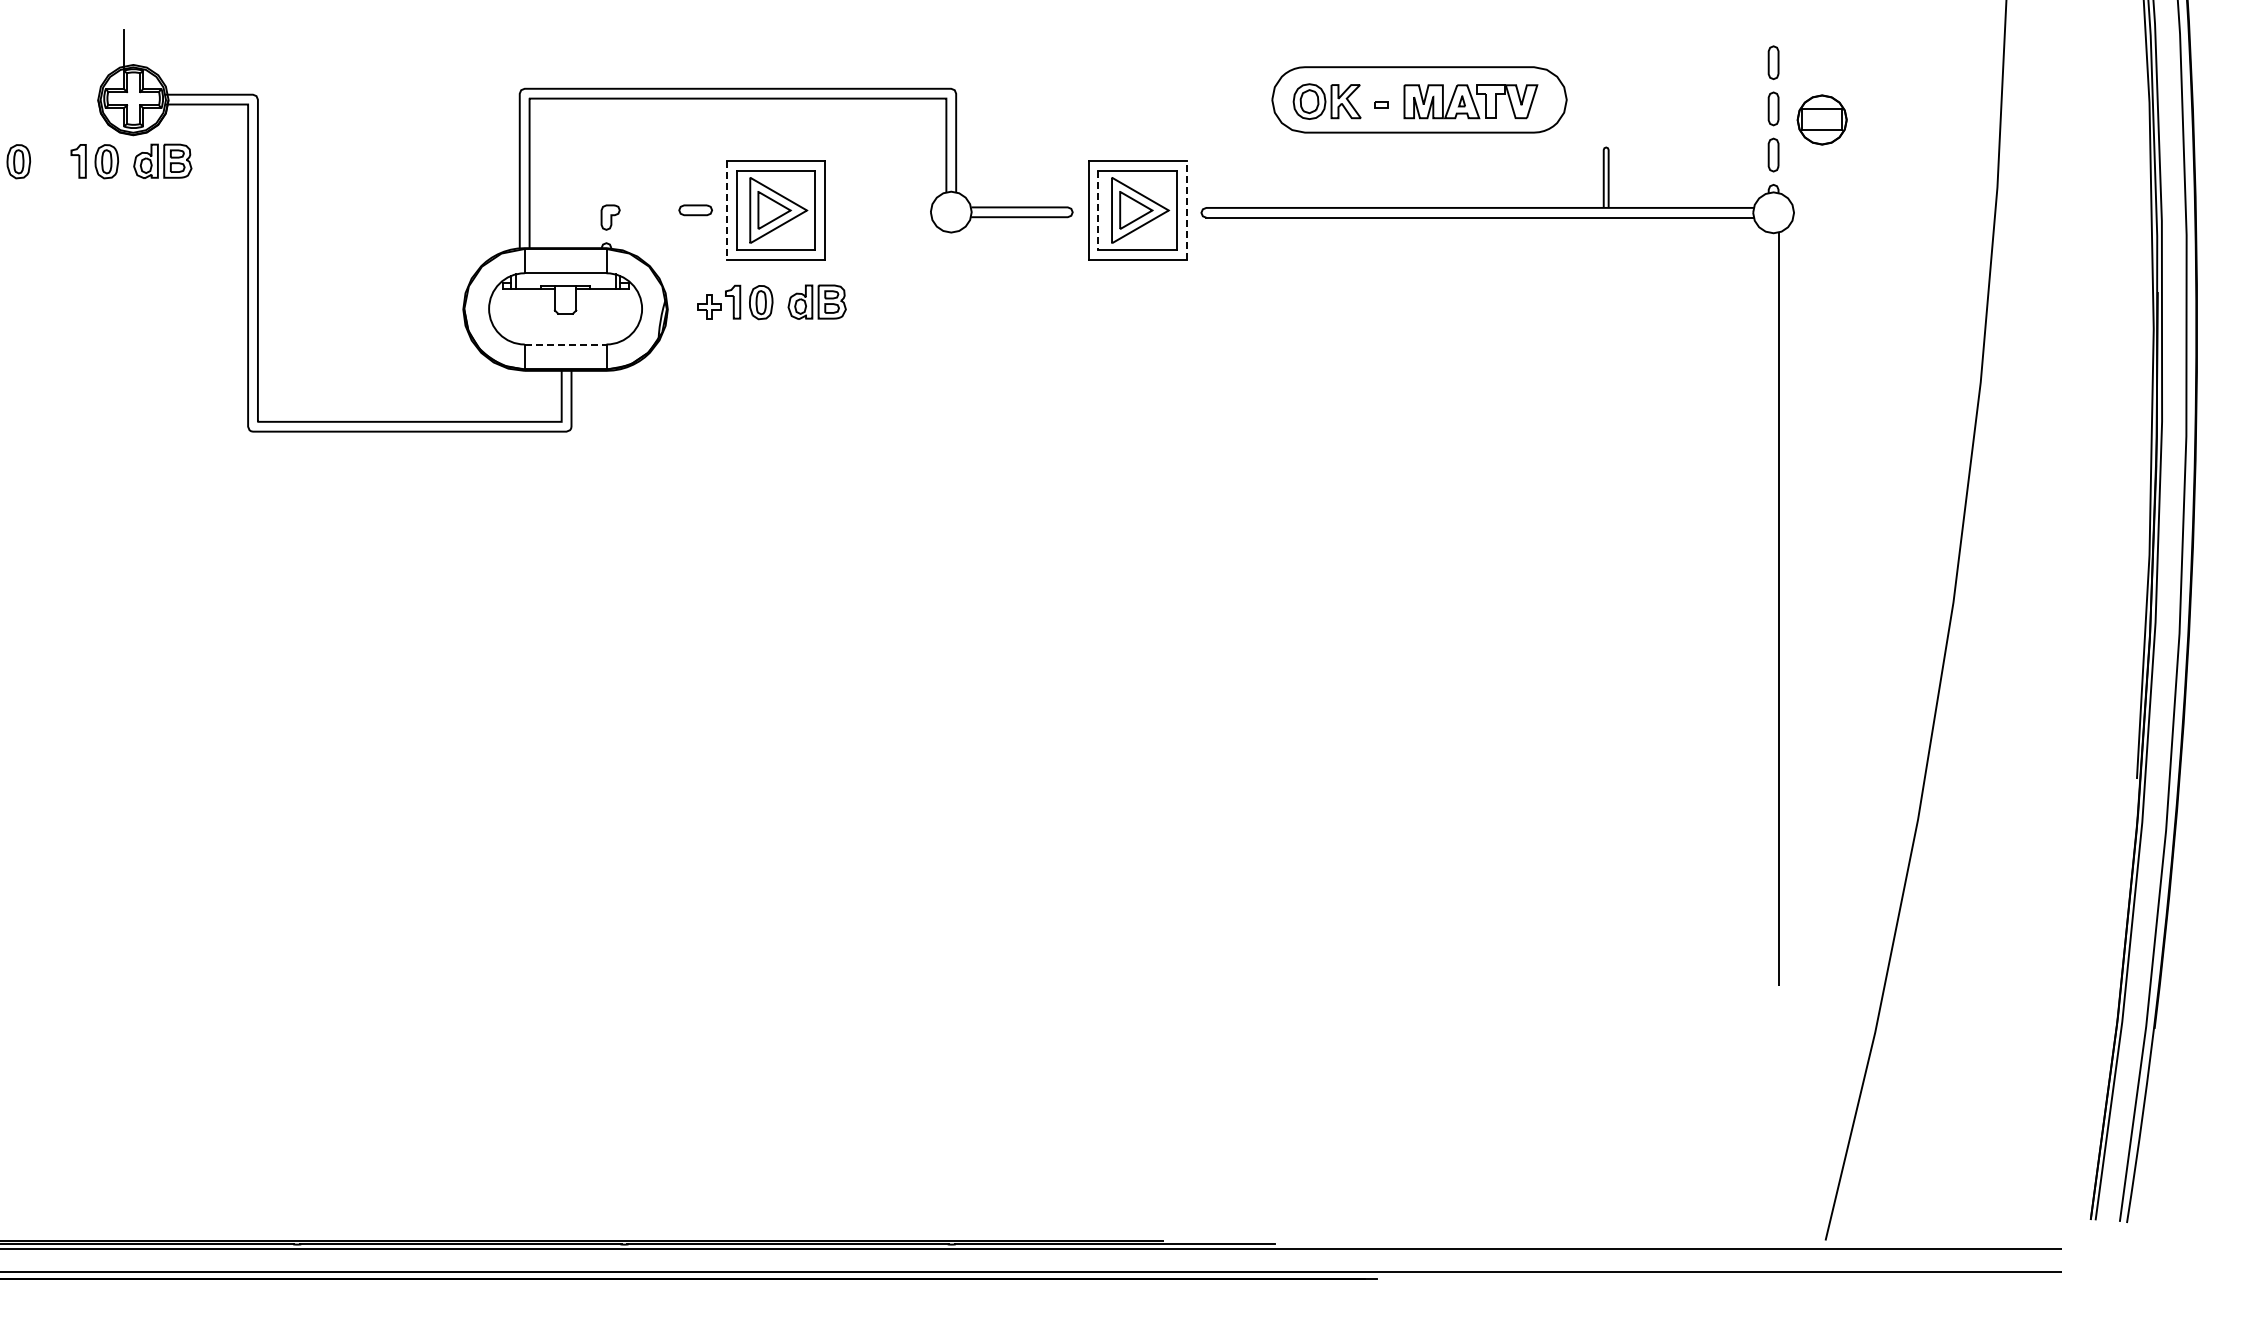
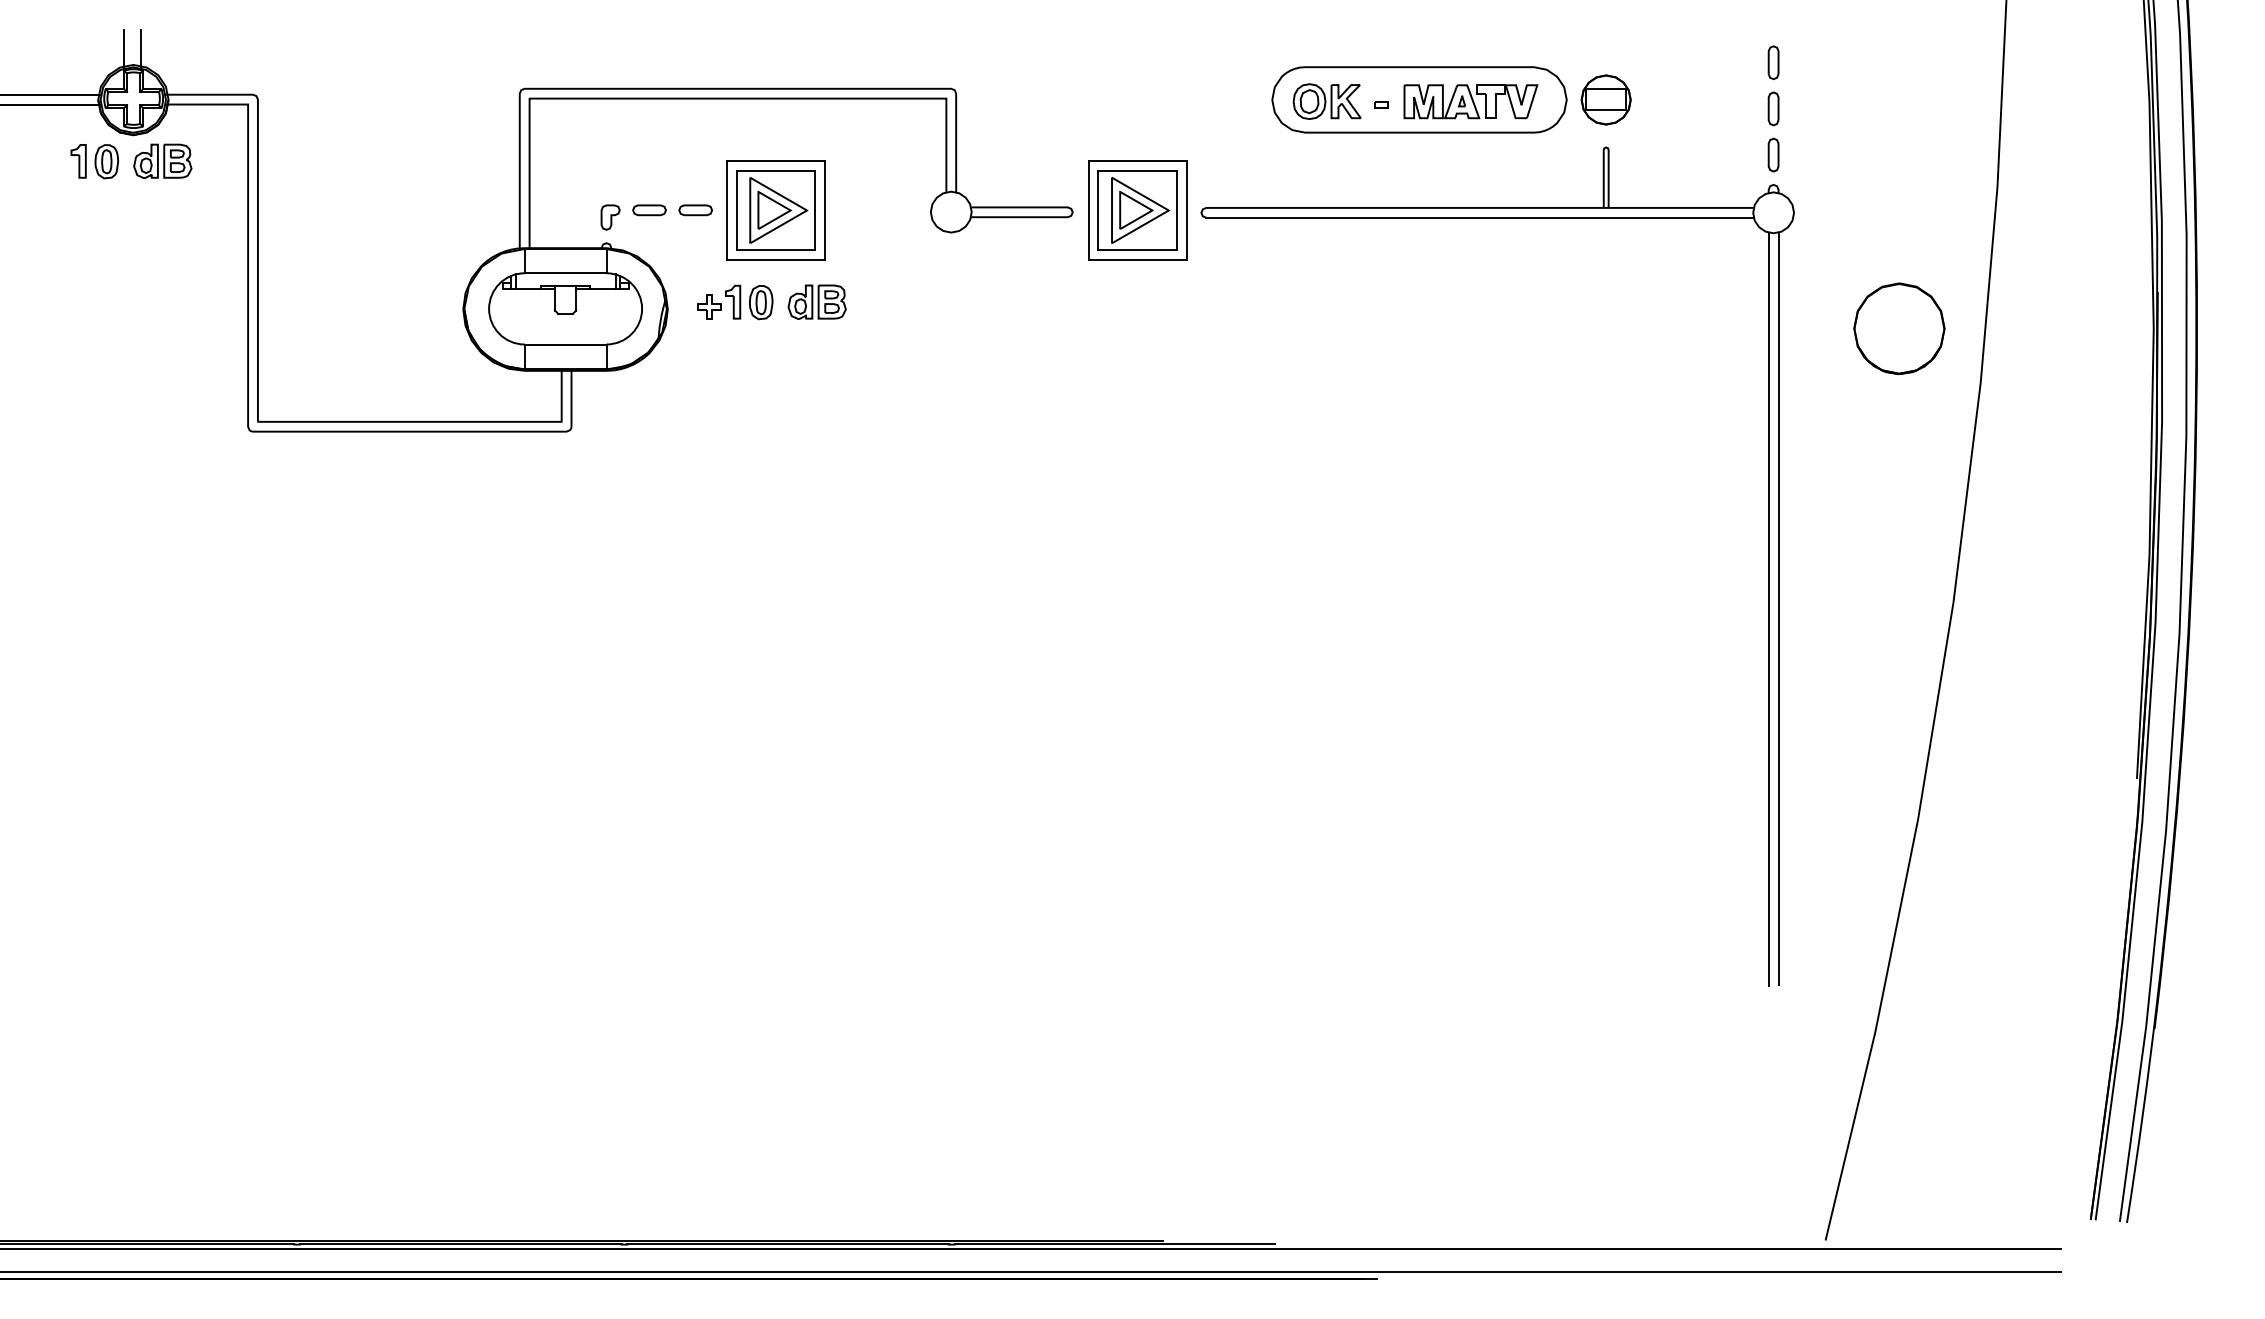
line at (140, 49): none -> present
line at (51, 94): none -> present
line at (51, 104): none -> present
part at (1821, 119) position: (1821, 119) -> (1605, 99)
part at (18, 161): present -> none
part at (649, 210): none -> present
line at (1186, 210): dashed -> solid
line at (726, 211): dashed -> solid
line at (1098, 211): dashed -> solid
part at (1899, 328): none -> present
line at (565, 344): dashed -> solid
line at (1768, 608): none -> present
